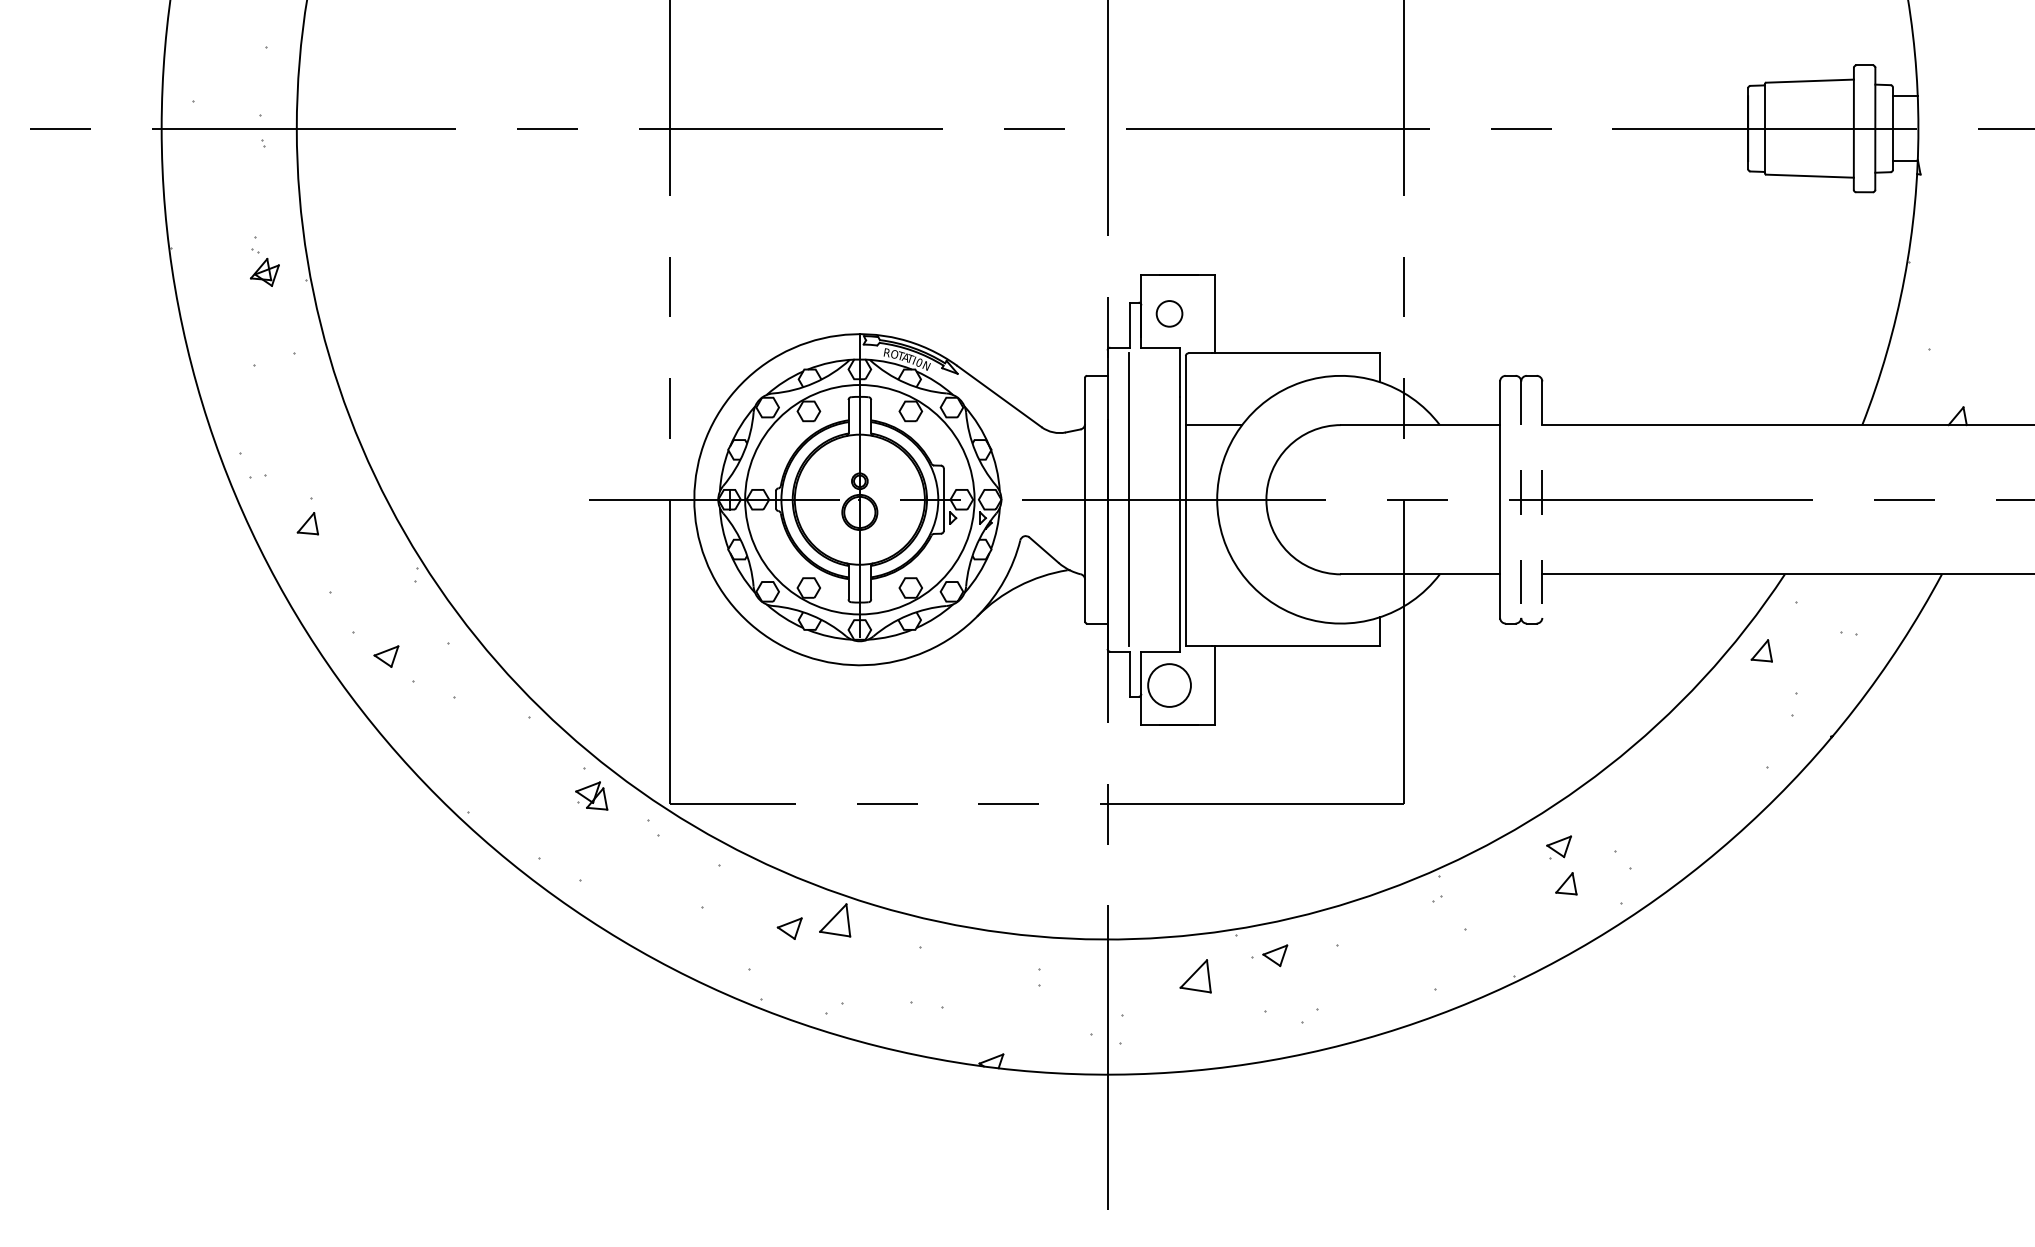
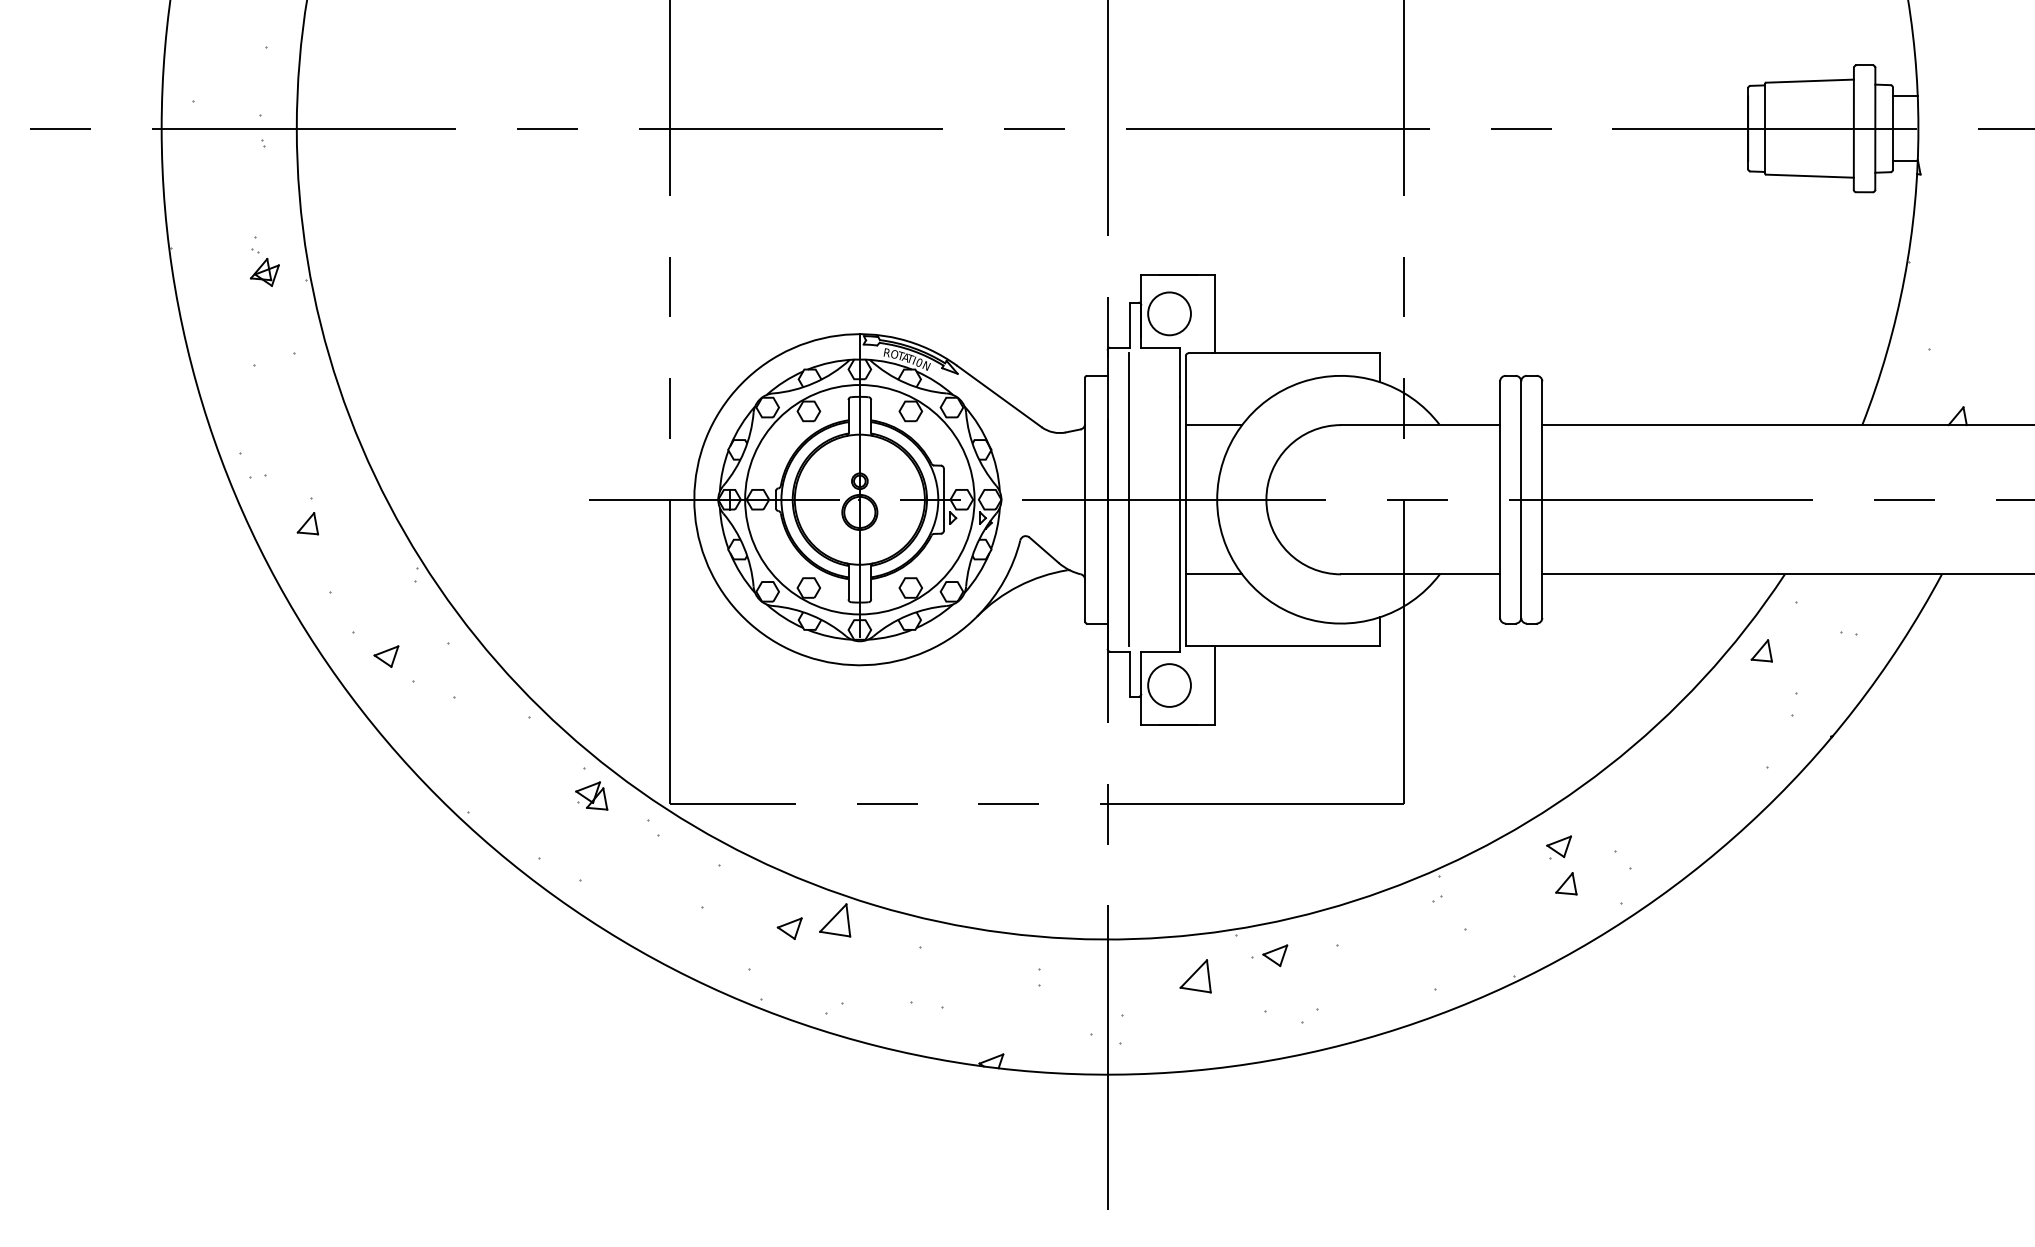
circle at (1169, 313) diameter: 26 px -> 43 px
line at (1521, 500): dashed -> solid
line at (1542, 500): dashed -> solid
line at (1213, 574): none -> present
